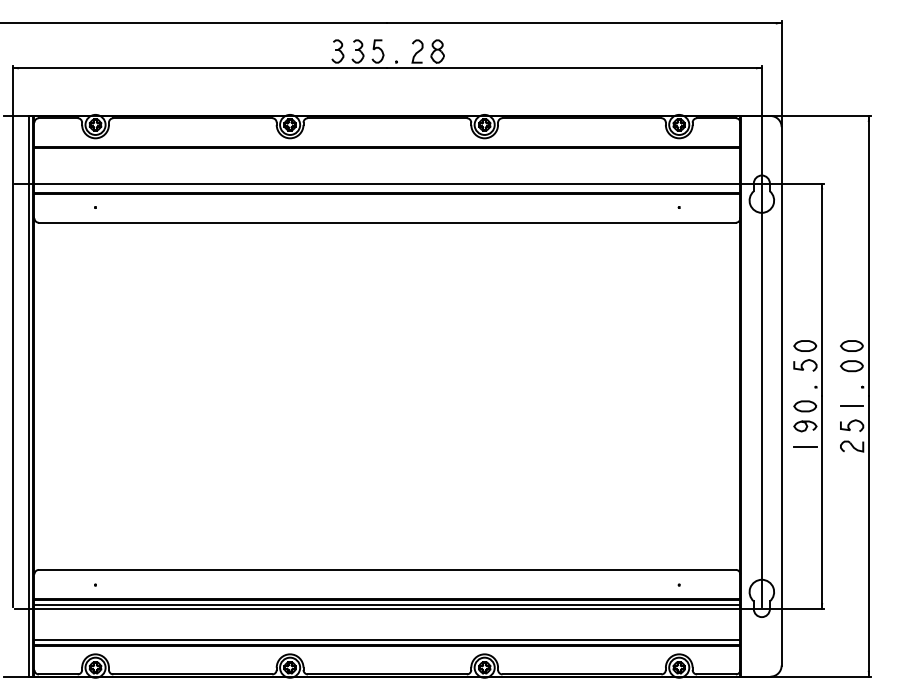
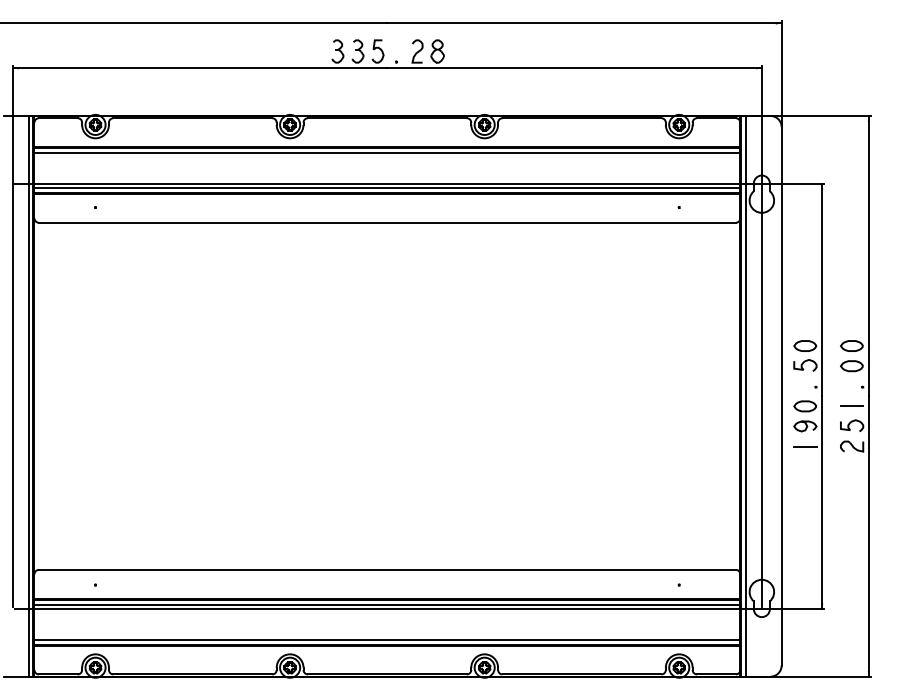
line at (387, 152): none -> present
line at (387, 188): none -> present
line at (746, 395): none -> present
